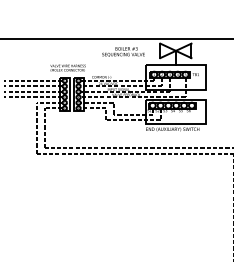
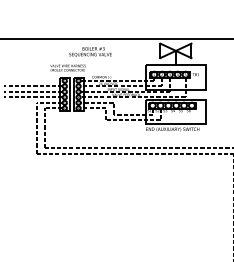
text at (123, 51) position: (123, 51) -> (90, 51)
line at (32, 80): present -> none
